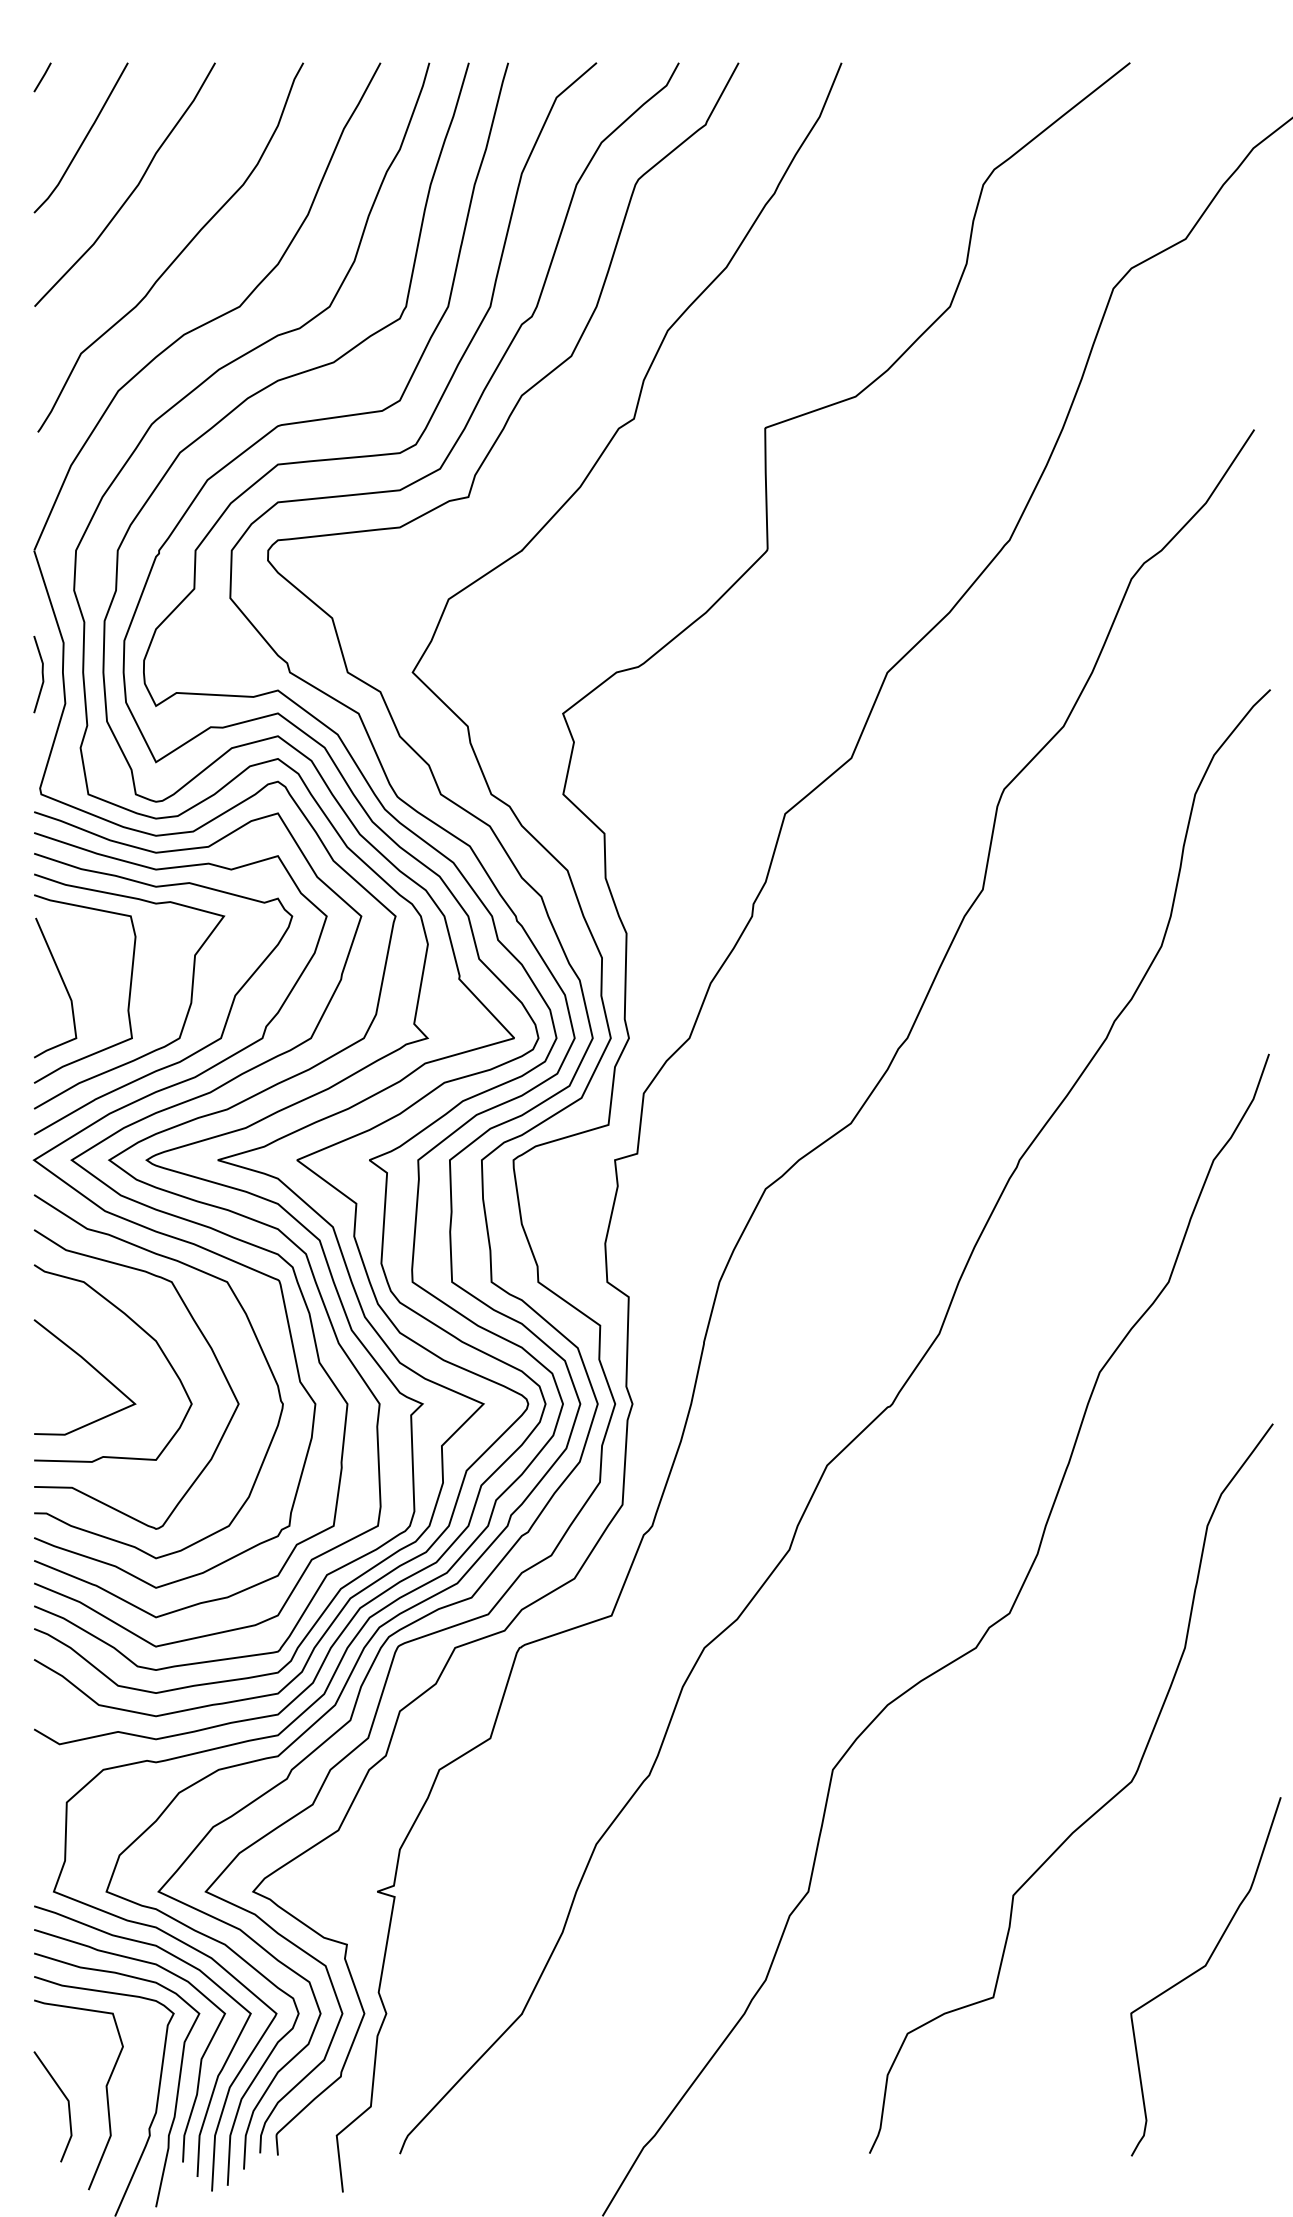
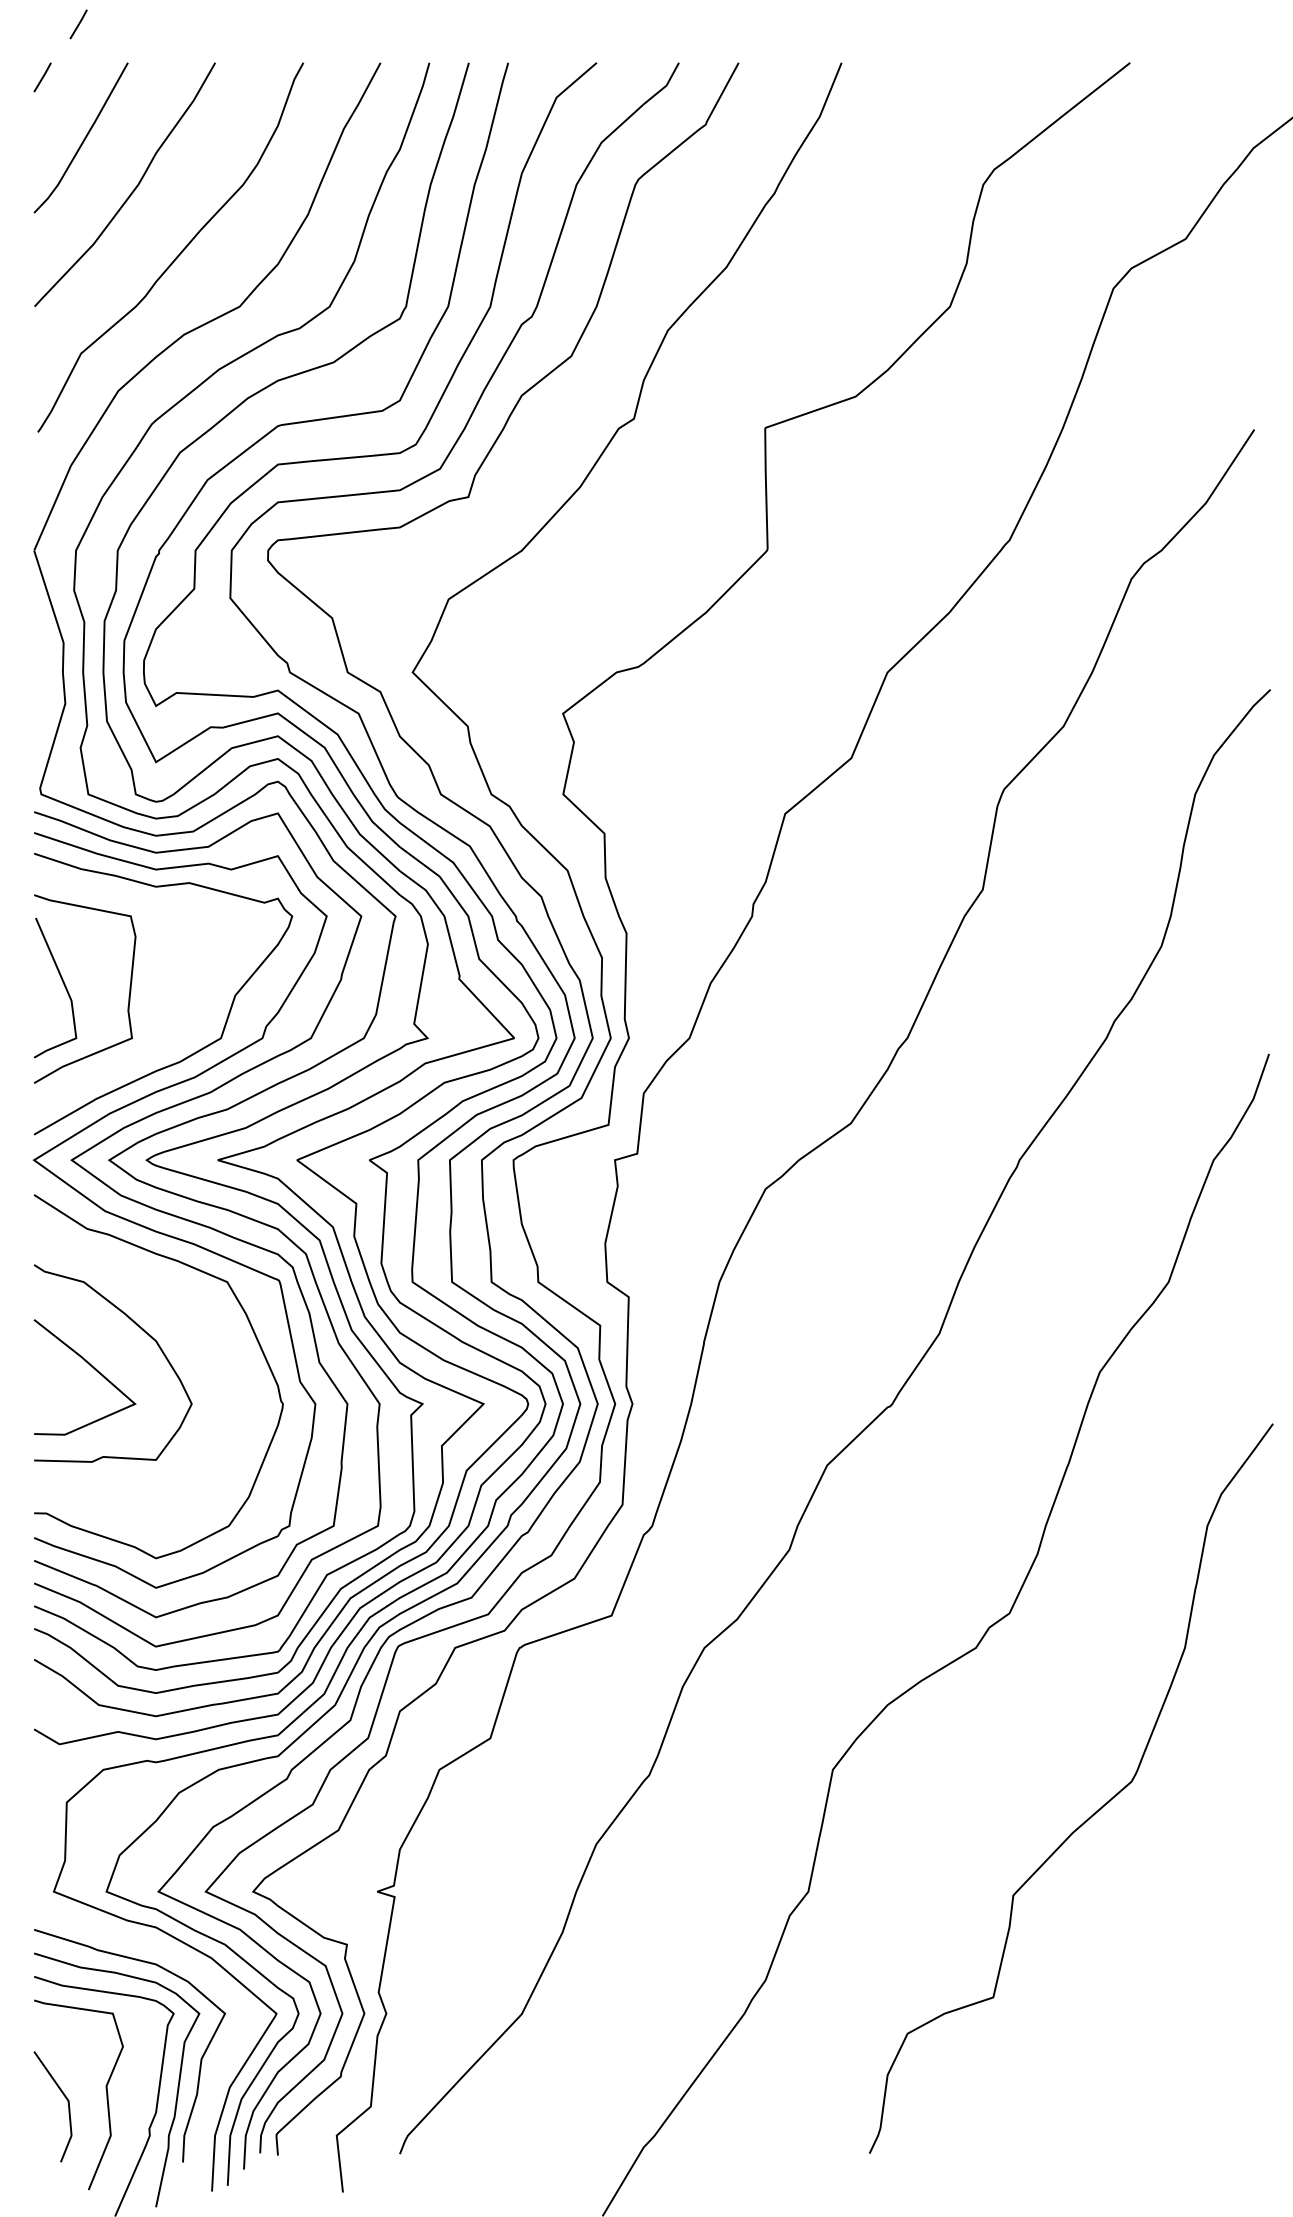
line at (78, 24): none -> present
line at (41, 674): present -> none
curve at (187, 1010): present -> none
curve at (204, 1339): present -> none
curve at (1200, 1970): present -> none
curve at (216, 2077): present -> none
